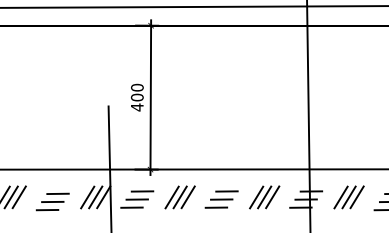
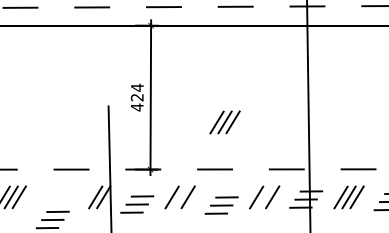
line at (194, 6): solid -> dashed
text at (137, 92): 400 -> 424
part at (224, 122): none -> present
line at (194, 169): solid -> dashed
line at (87, 197): present -> none
line at (179, 197): present -> none
line at (264, 197): present -> none
part at (137, 199) position: (137, 199) -> (137, 204)
part at (221, 199) position: (221, 199) -> (221, 205)
part at (52, 201) position: (52, 201) -> (52, 219)
